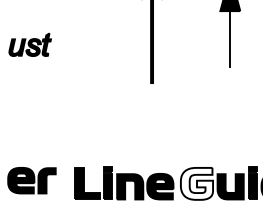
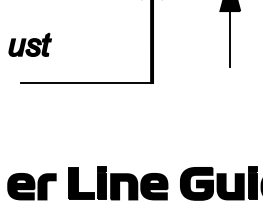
line at (86, 83): none -> present
part at (31, 180) position: (31, 180) -> (31, 186)
part at (124, 183) position: (124, 183) -> (118, 183)
fill at (196, 183): none -> present
